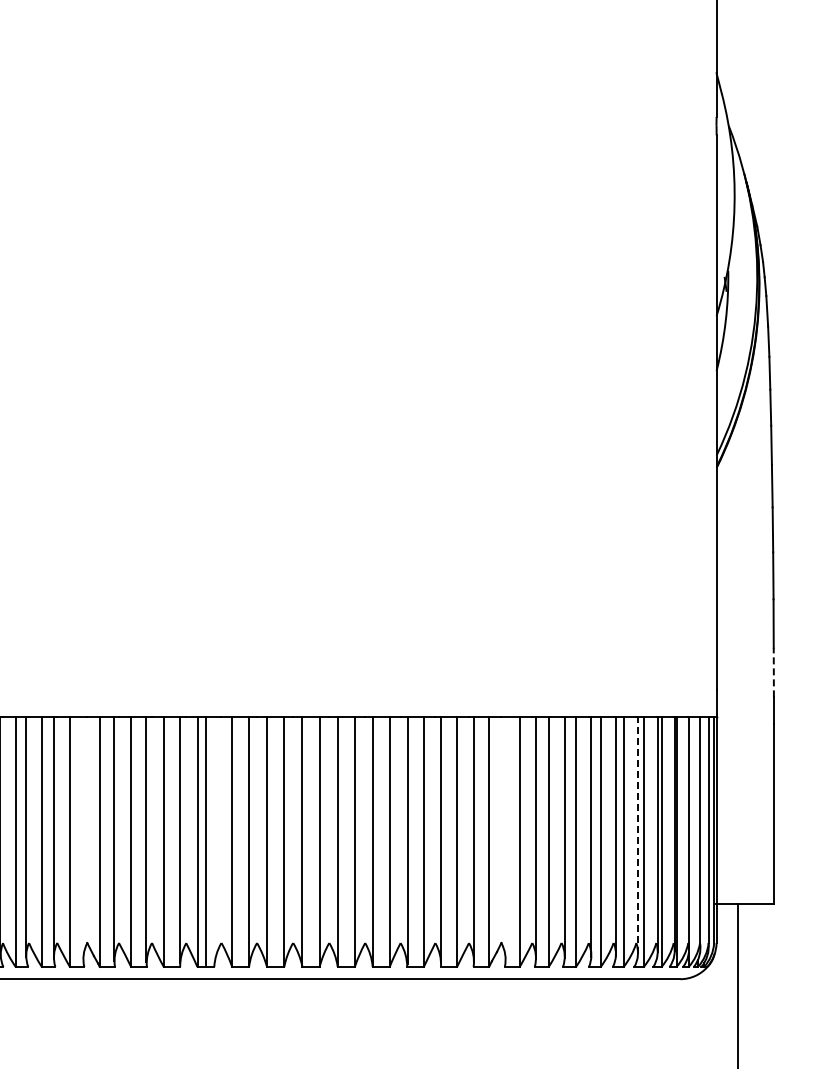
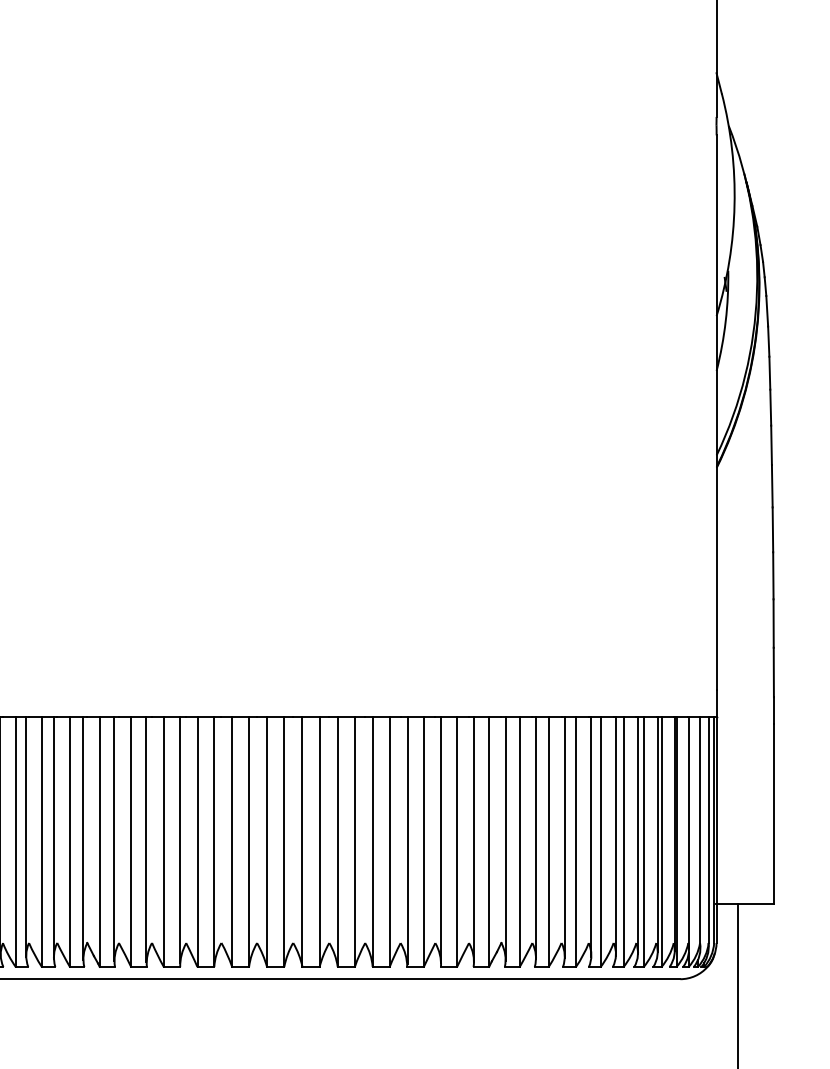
line at (773, 672): dashed -> solid
line at (638, 835): dashed -> solid
line at (82, 838): none -> present
line at (506, 838): none -> present
line at (206, 840) position: (206, 840) -> (214, 840)
